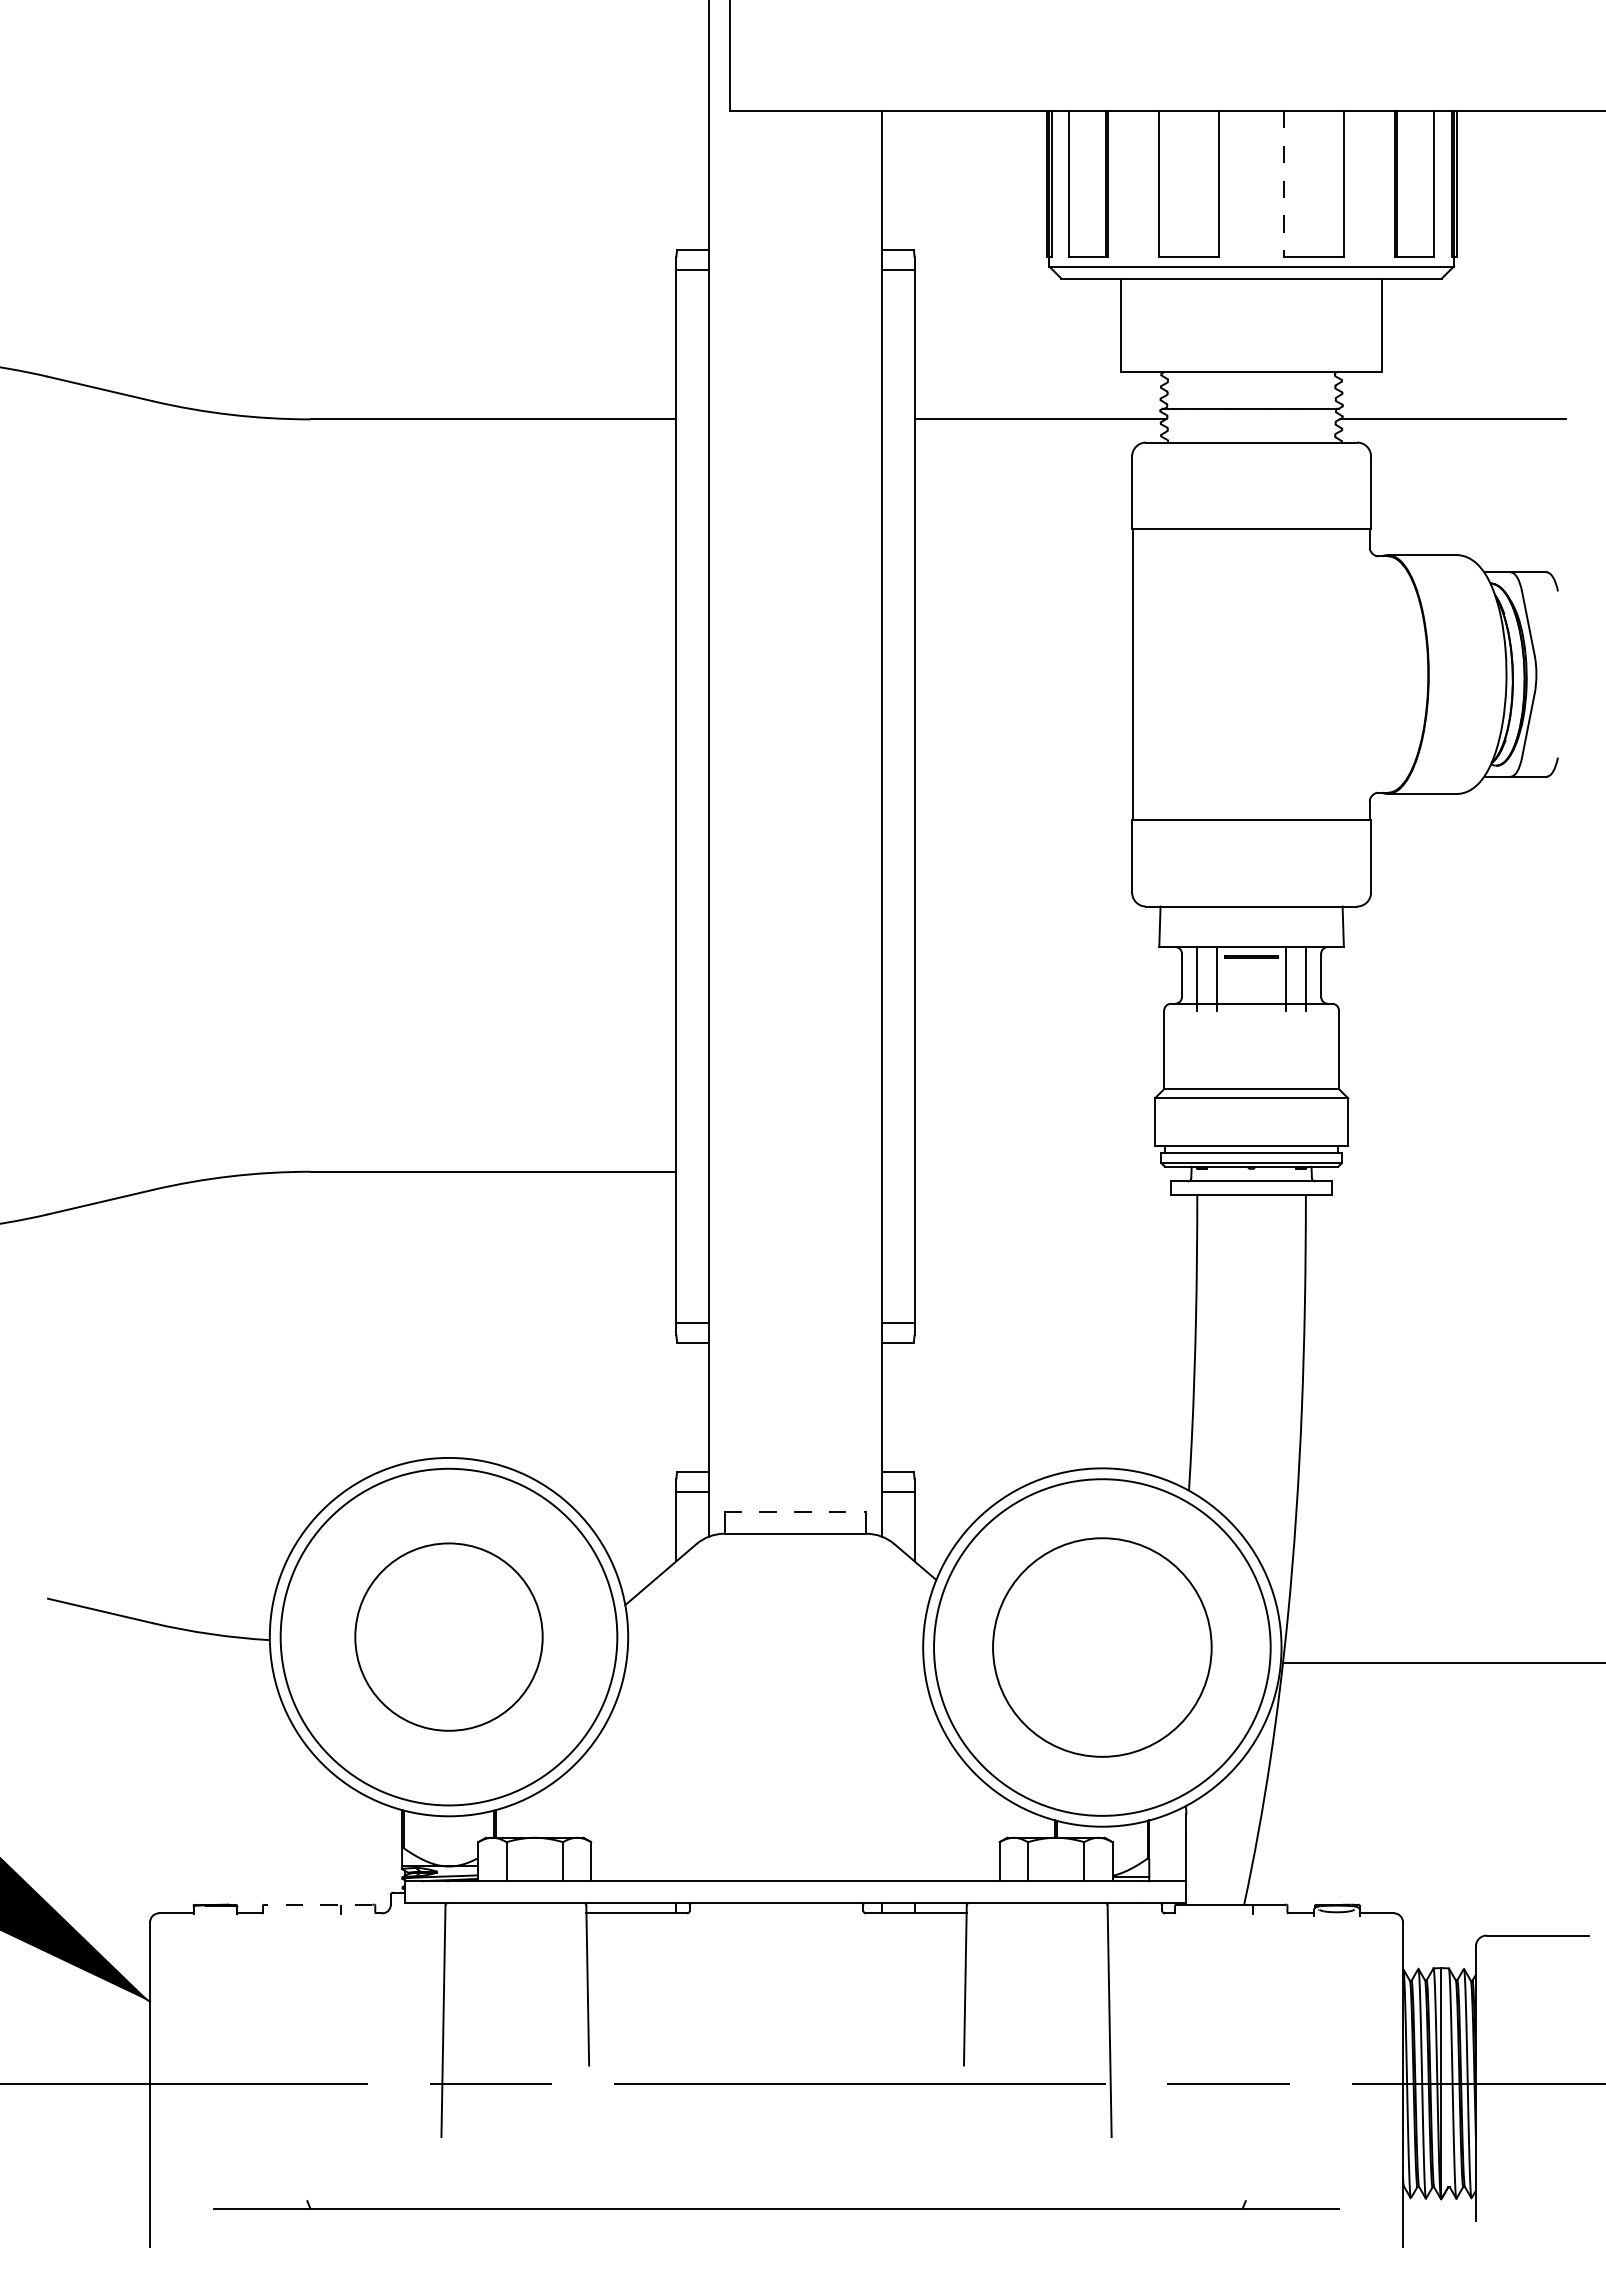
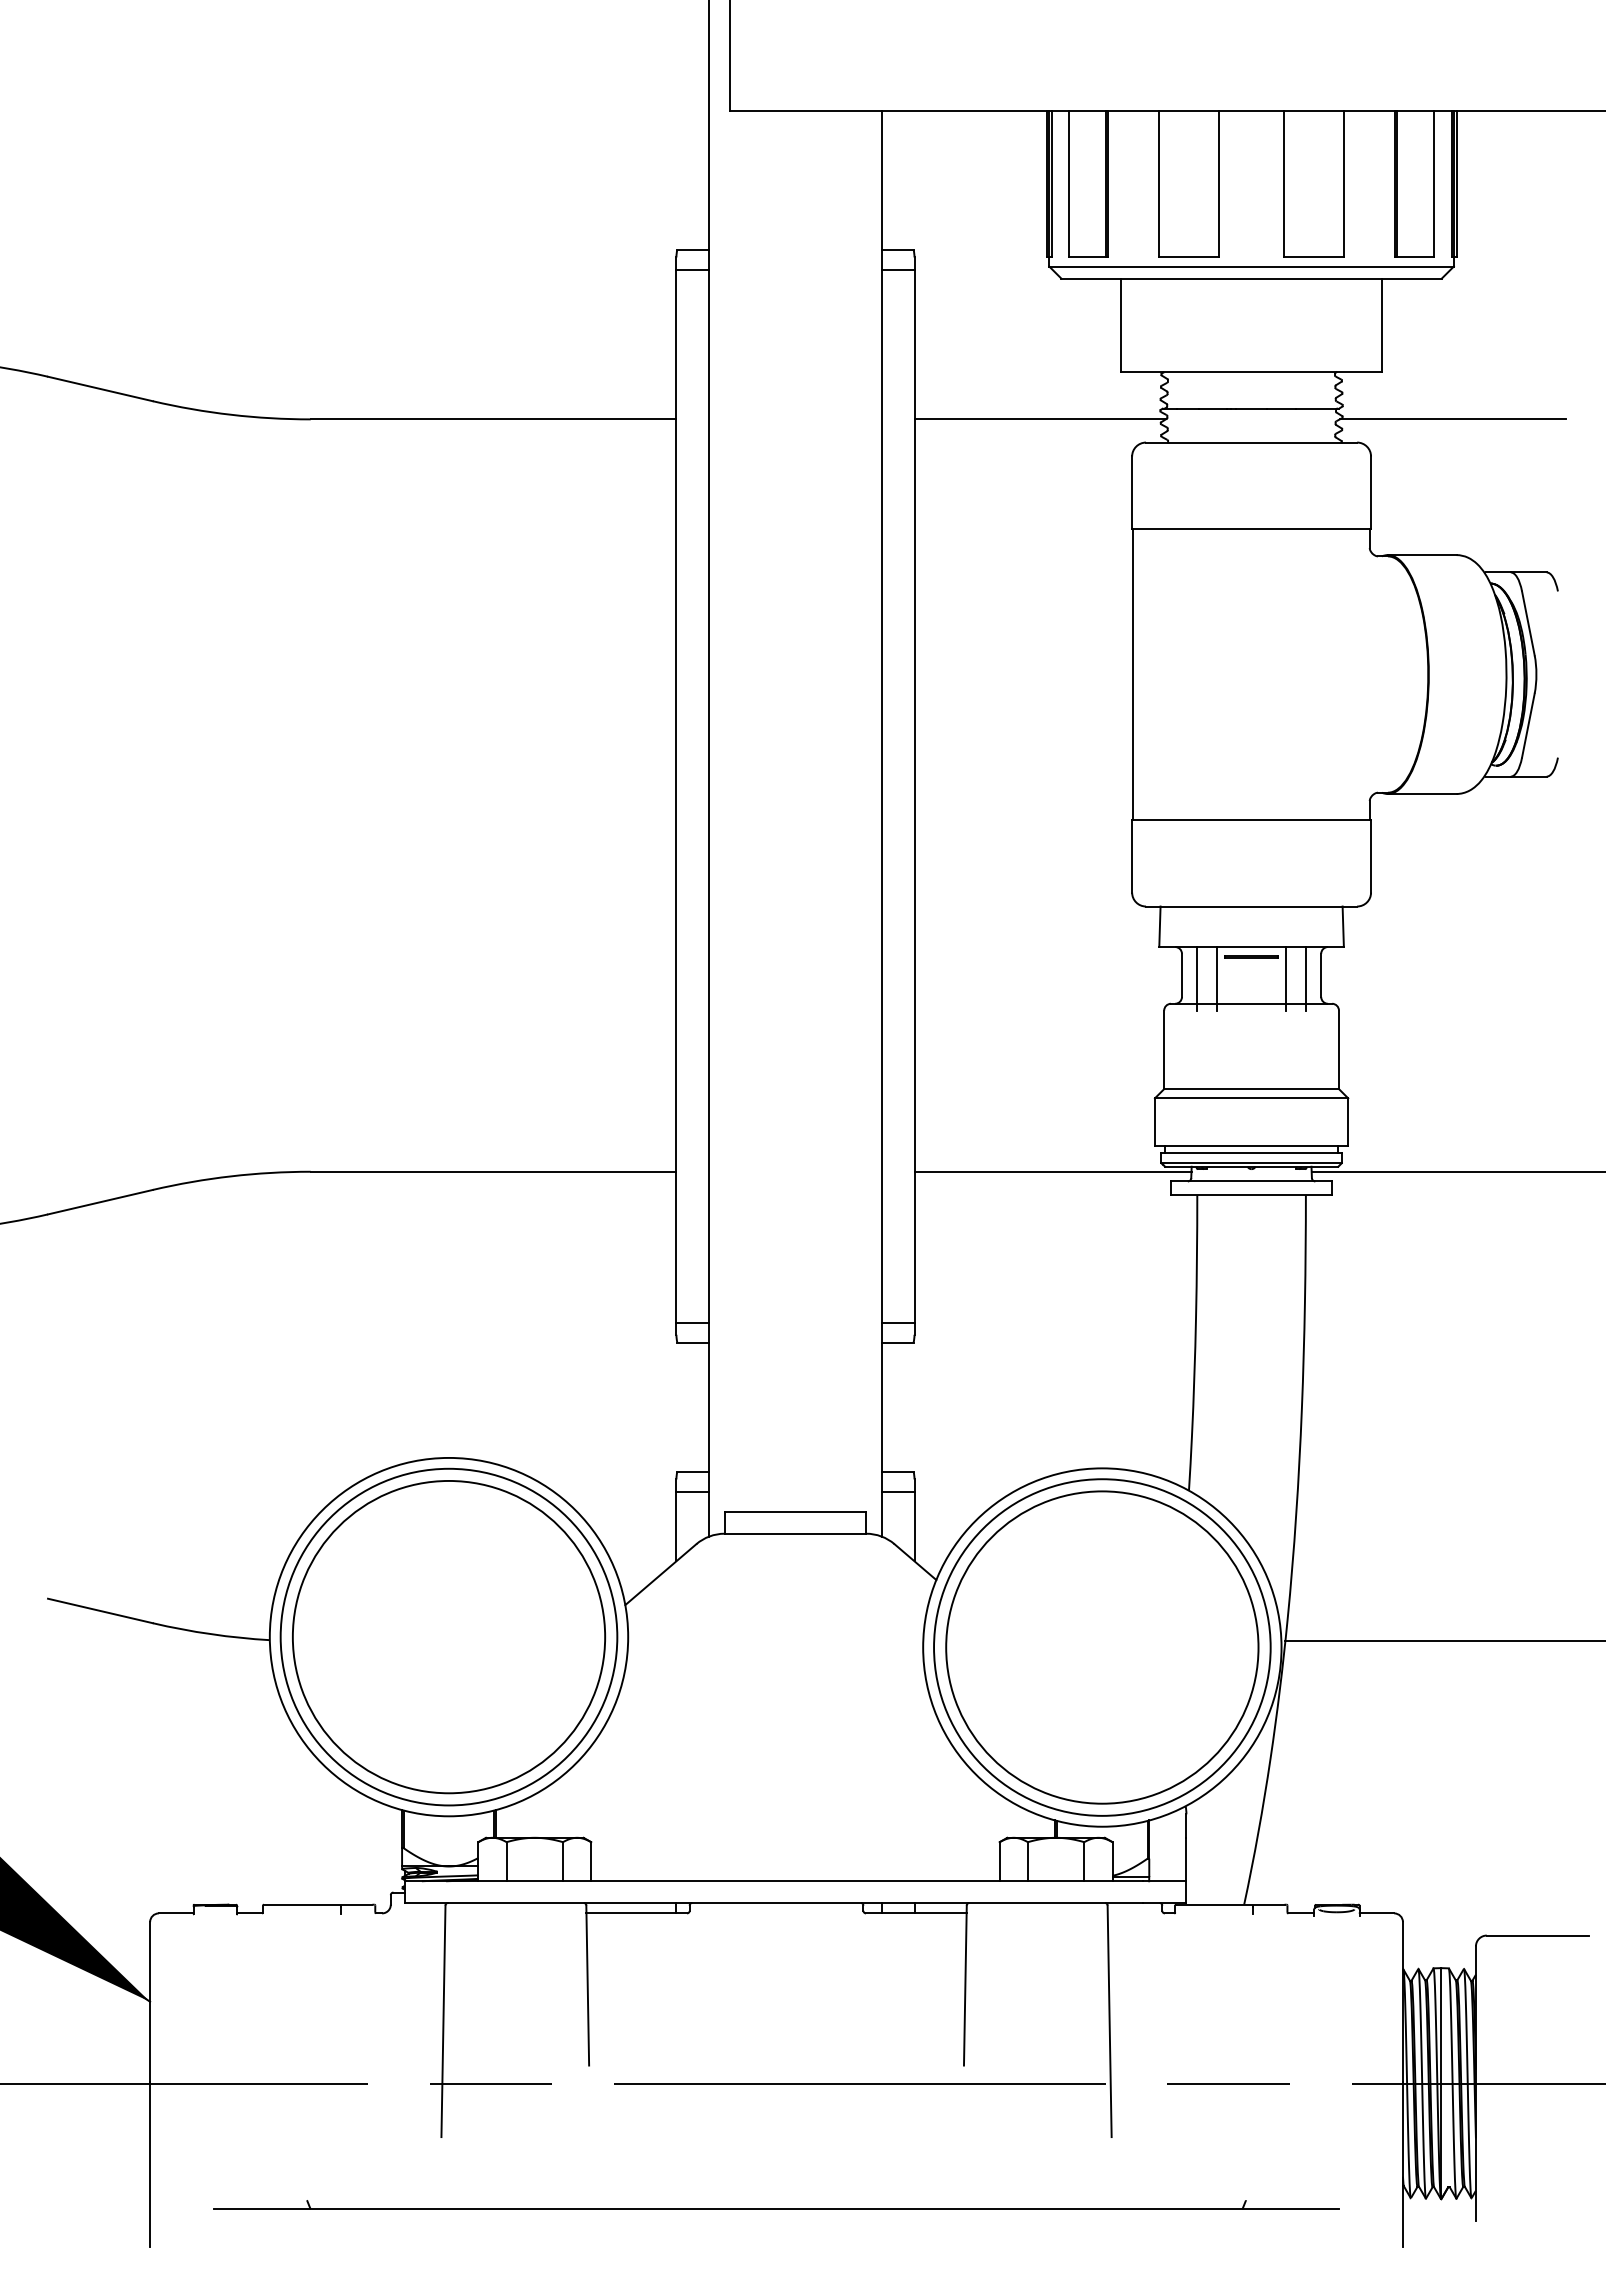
line at (1284, 184): dashed -> solid
line at (1052, 1171): none -> present
line at (1456, 1171): none -> present
line at (795, 1512): dashed -> solid
circle at (448, 1636) diameter: 187 px -> 312 px
circle at (1102, 1647) diameter: 219 px -> 312 px
line at (1443, 1663) position: (1443, 1663) -> (1443, 1641)
line at (317, 1904): dashed -> solid
